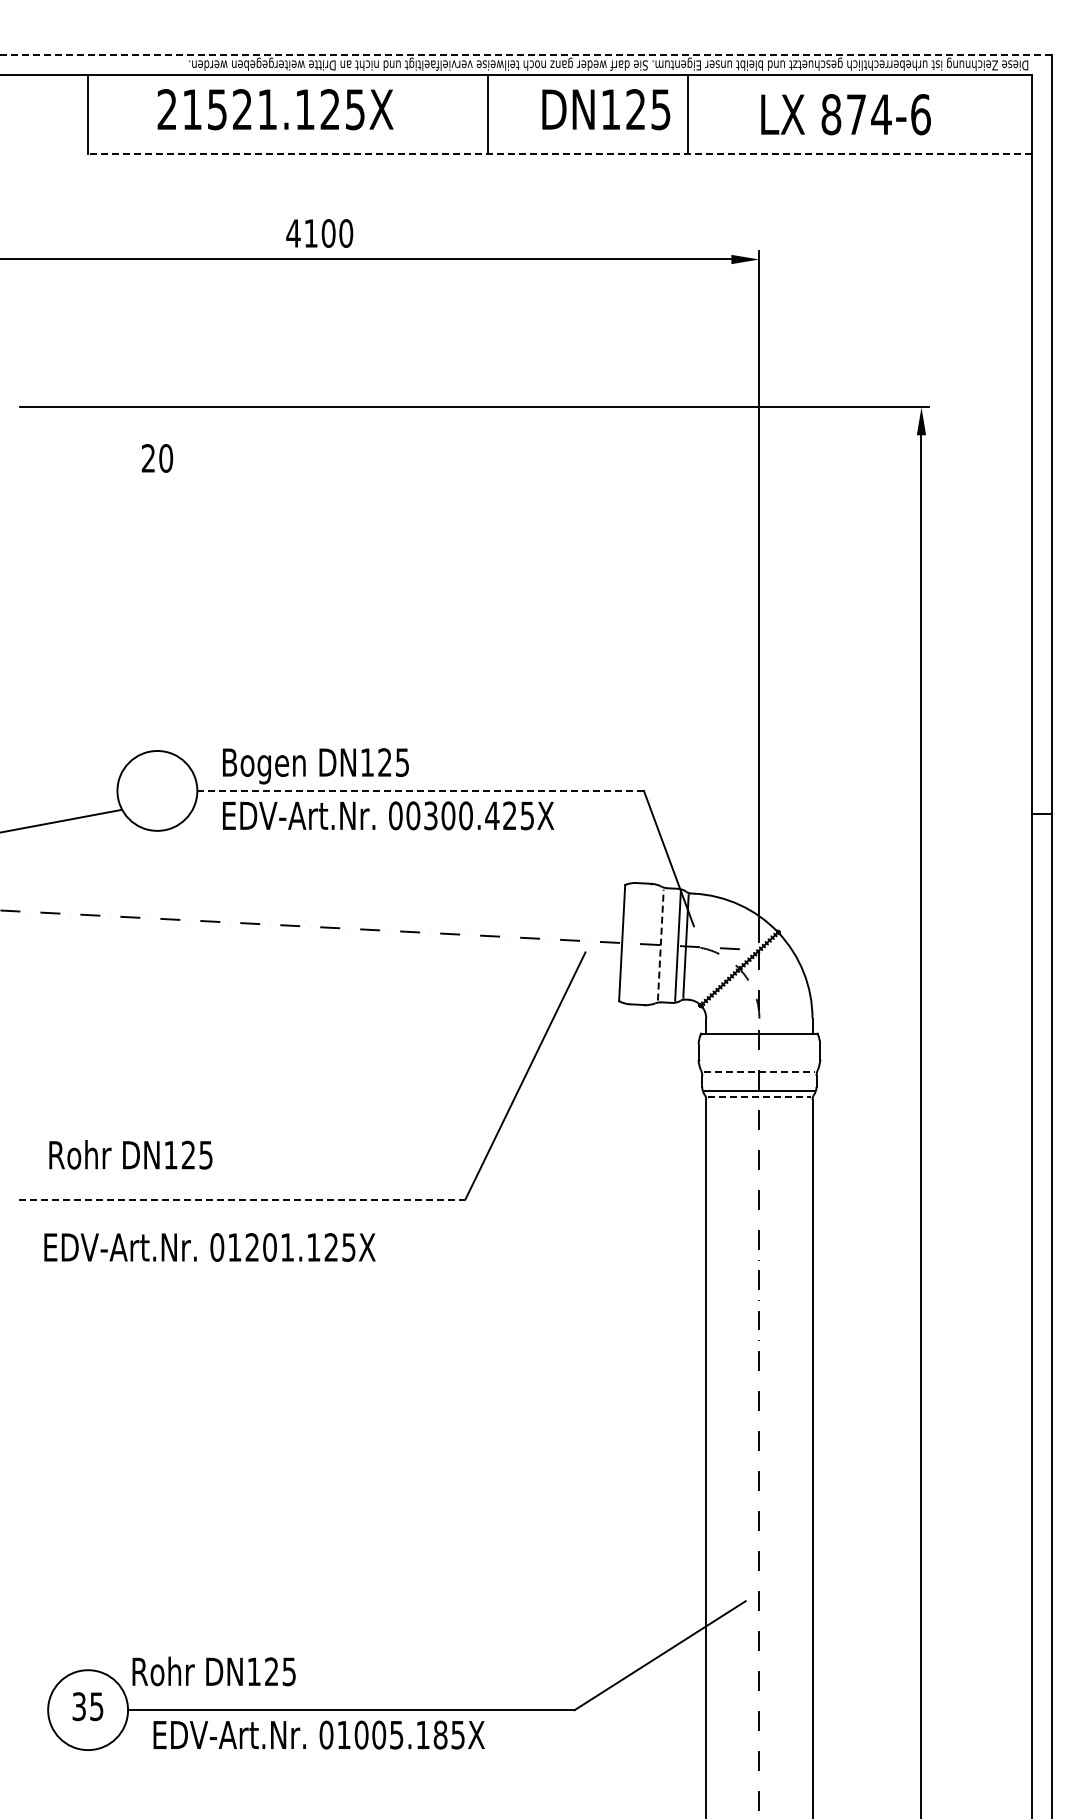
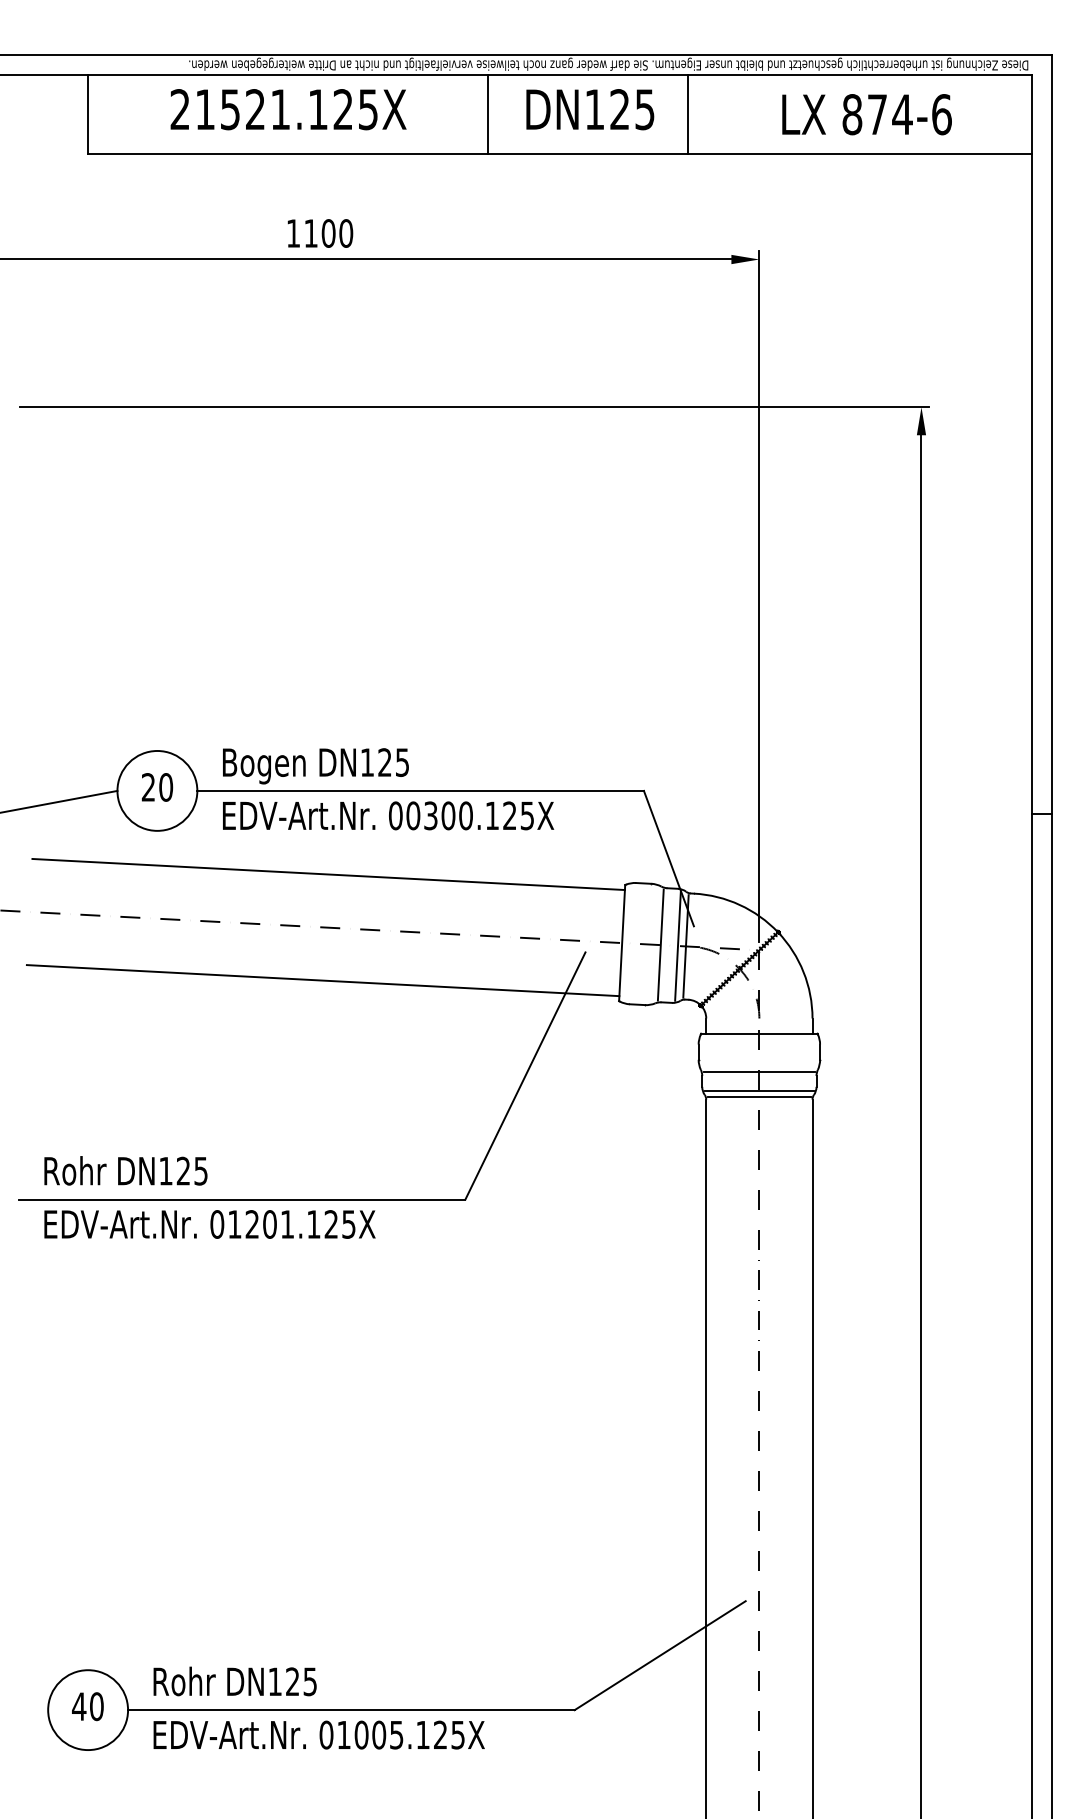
line at (525, 54): dashed -> solid
text at (275, 109) position: (275, 109) -> (288, 109)
text at (606, 109) position: (606, 109) -> (590, 109)
text at (845, 114) position: (845, 114) -> (866, 114)
line at (559, 154): dashed -> solid
text at (293, 233): 4100 -> 1100
text at (157, 458) position: (157, 458) -> (157, 787)
line at (421, 790): dashed -> solid
text at (492, 815): 00300.425X -> 00300.125X
line at (61, 820) position: (61, 820) -> (59, 801)
line at (328, 874): none -> present
line at (660, 945): dashed -> solid
line at (322, 980): none -> present
line at (759, 1072): dashed -> solid
line at (759, 1096): dashed -> solid
text at (130, 1154) position: (130, 1154) -> (125, 1170)
line at (242, 1199): dashed -> solid
text at (209, 1247) position: (209, 1247) -> (209, 1224)
text at (213, 1671) position: (213, 1671) -> (234, 1681)
text at (87, 1706): 35 -> 40
text at (440, 1734): 01005.185X -> 01005.125X
